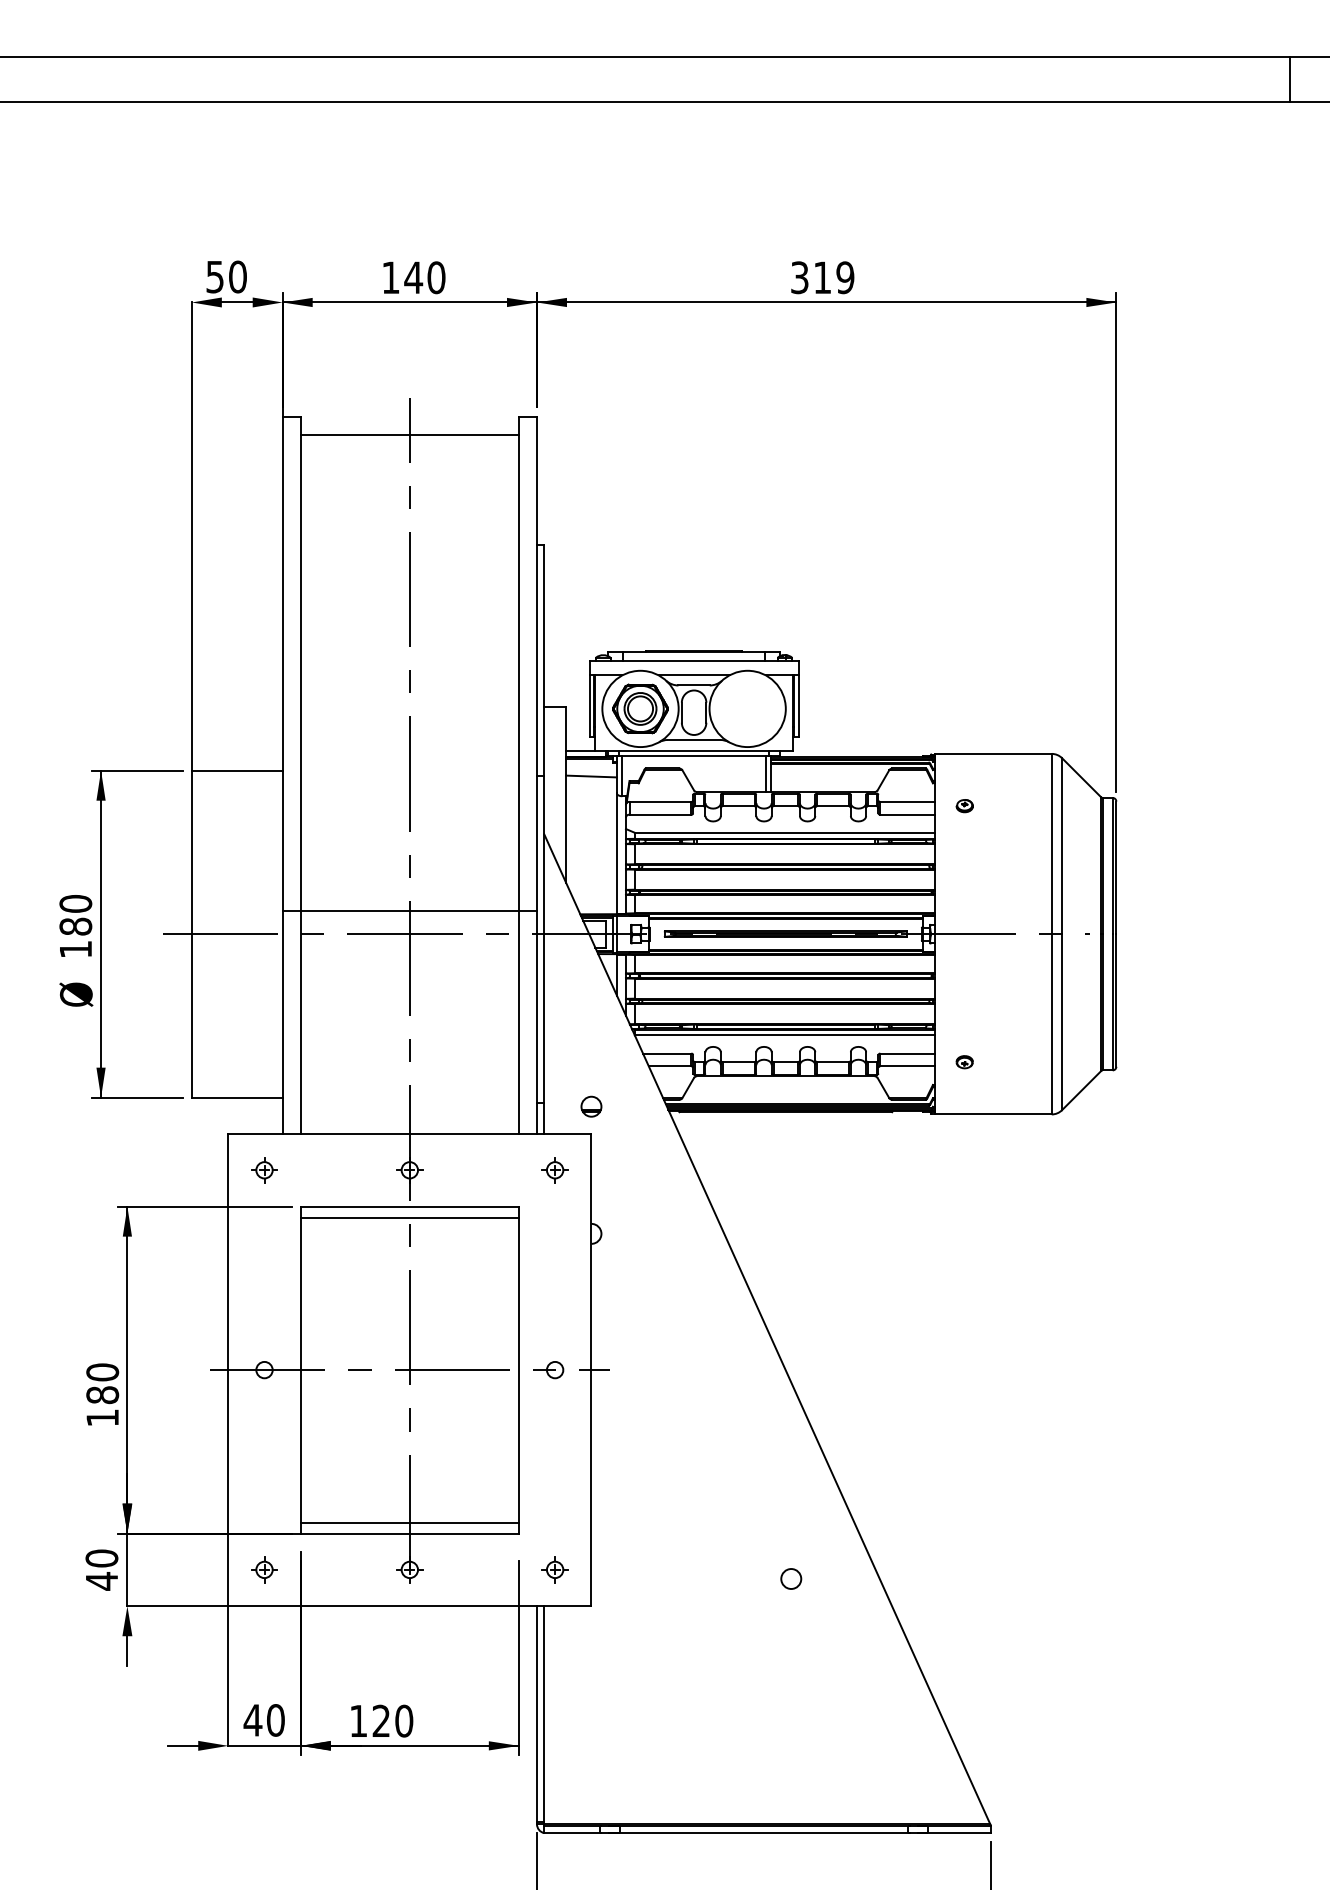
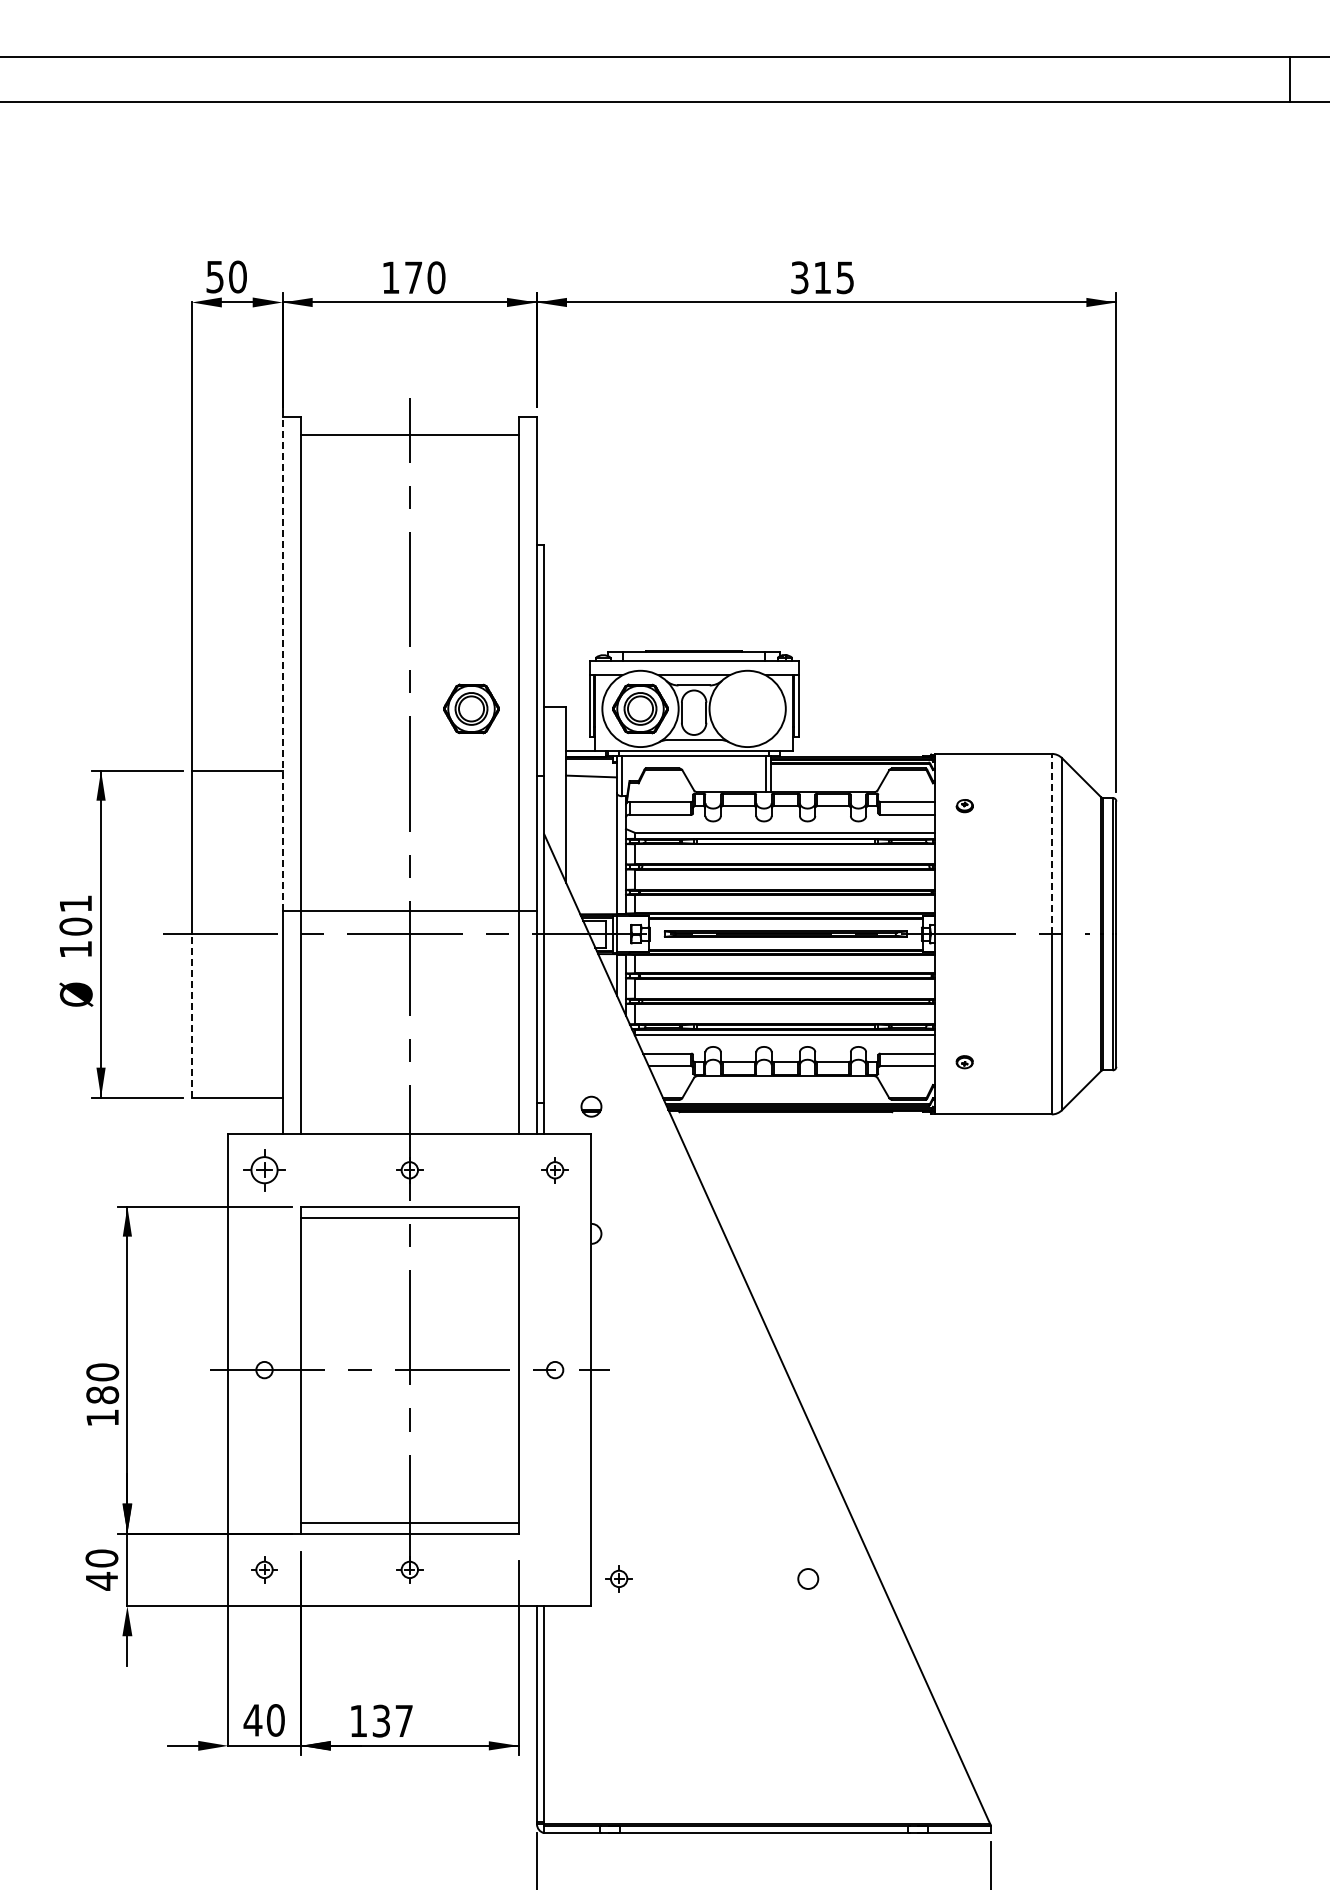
text at (413, 277): 140 -> 170
text at (845, 277): 319 -> 315
line at (282, 663): solid -> dashed
part at (471, 708): none -> present
line at (1051, 843): solid -> dashed
text at (75, 915): 180 -> 101
line at (191, 1015): solid -> dashed
part at (264, 1170) size: 27x27 px -> 43x43 px
part at (554, 1569) position: (554, 1569) -> (618, 1578)
circle at (791, 1578) position: (791, 1578) -> (808, 1578)
text at (392, 1720): 120 -> 137
